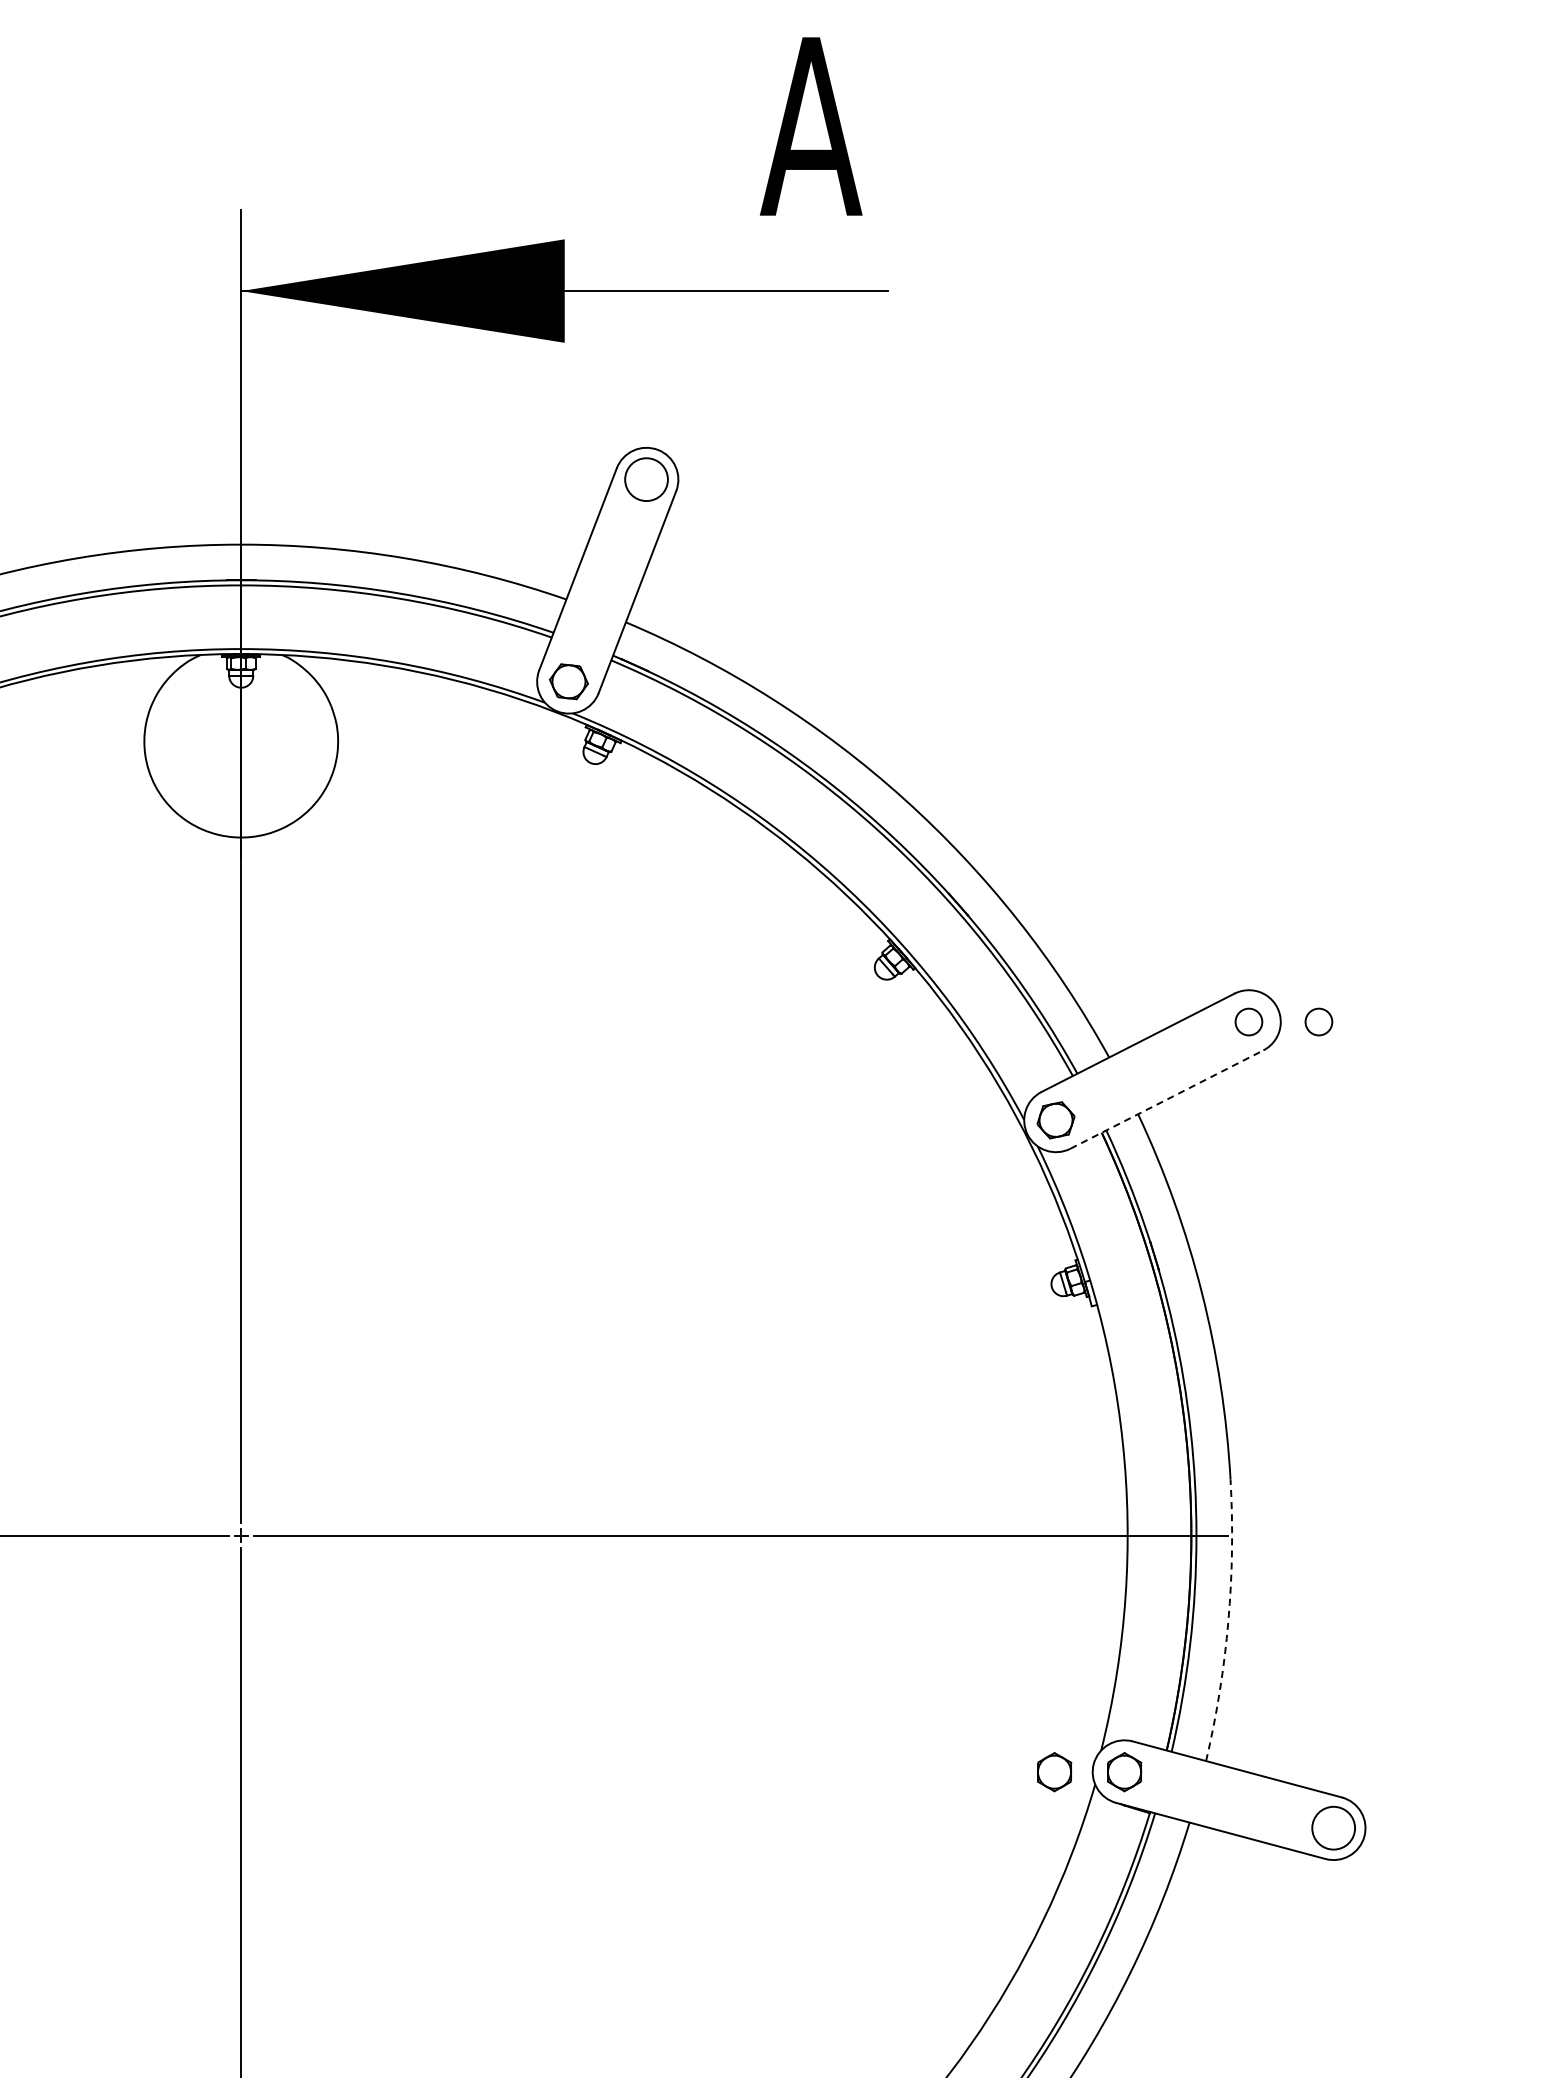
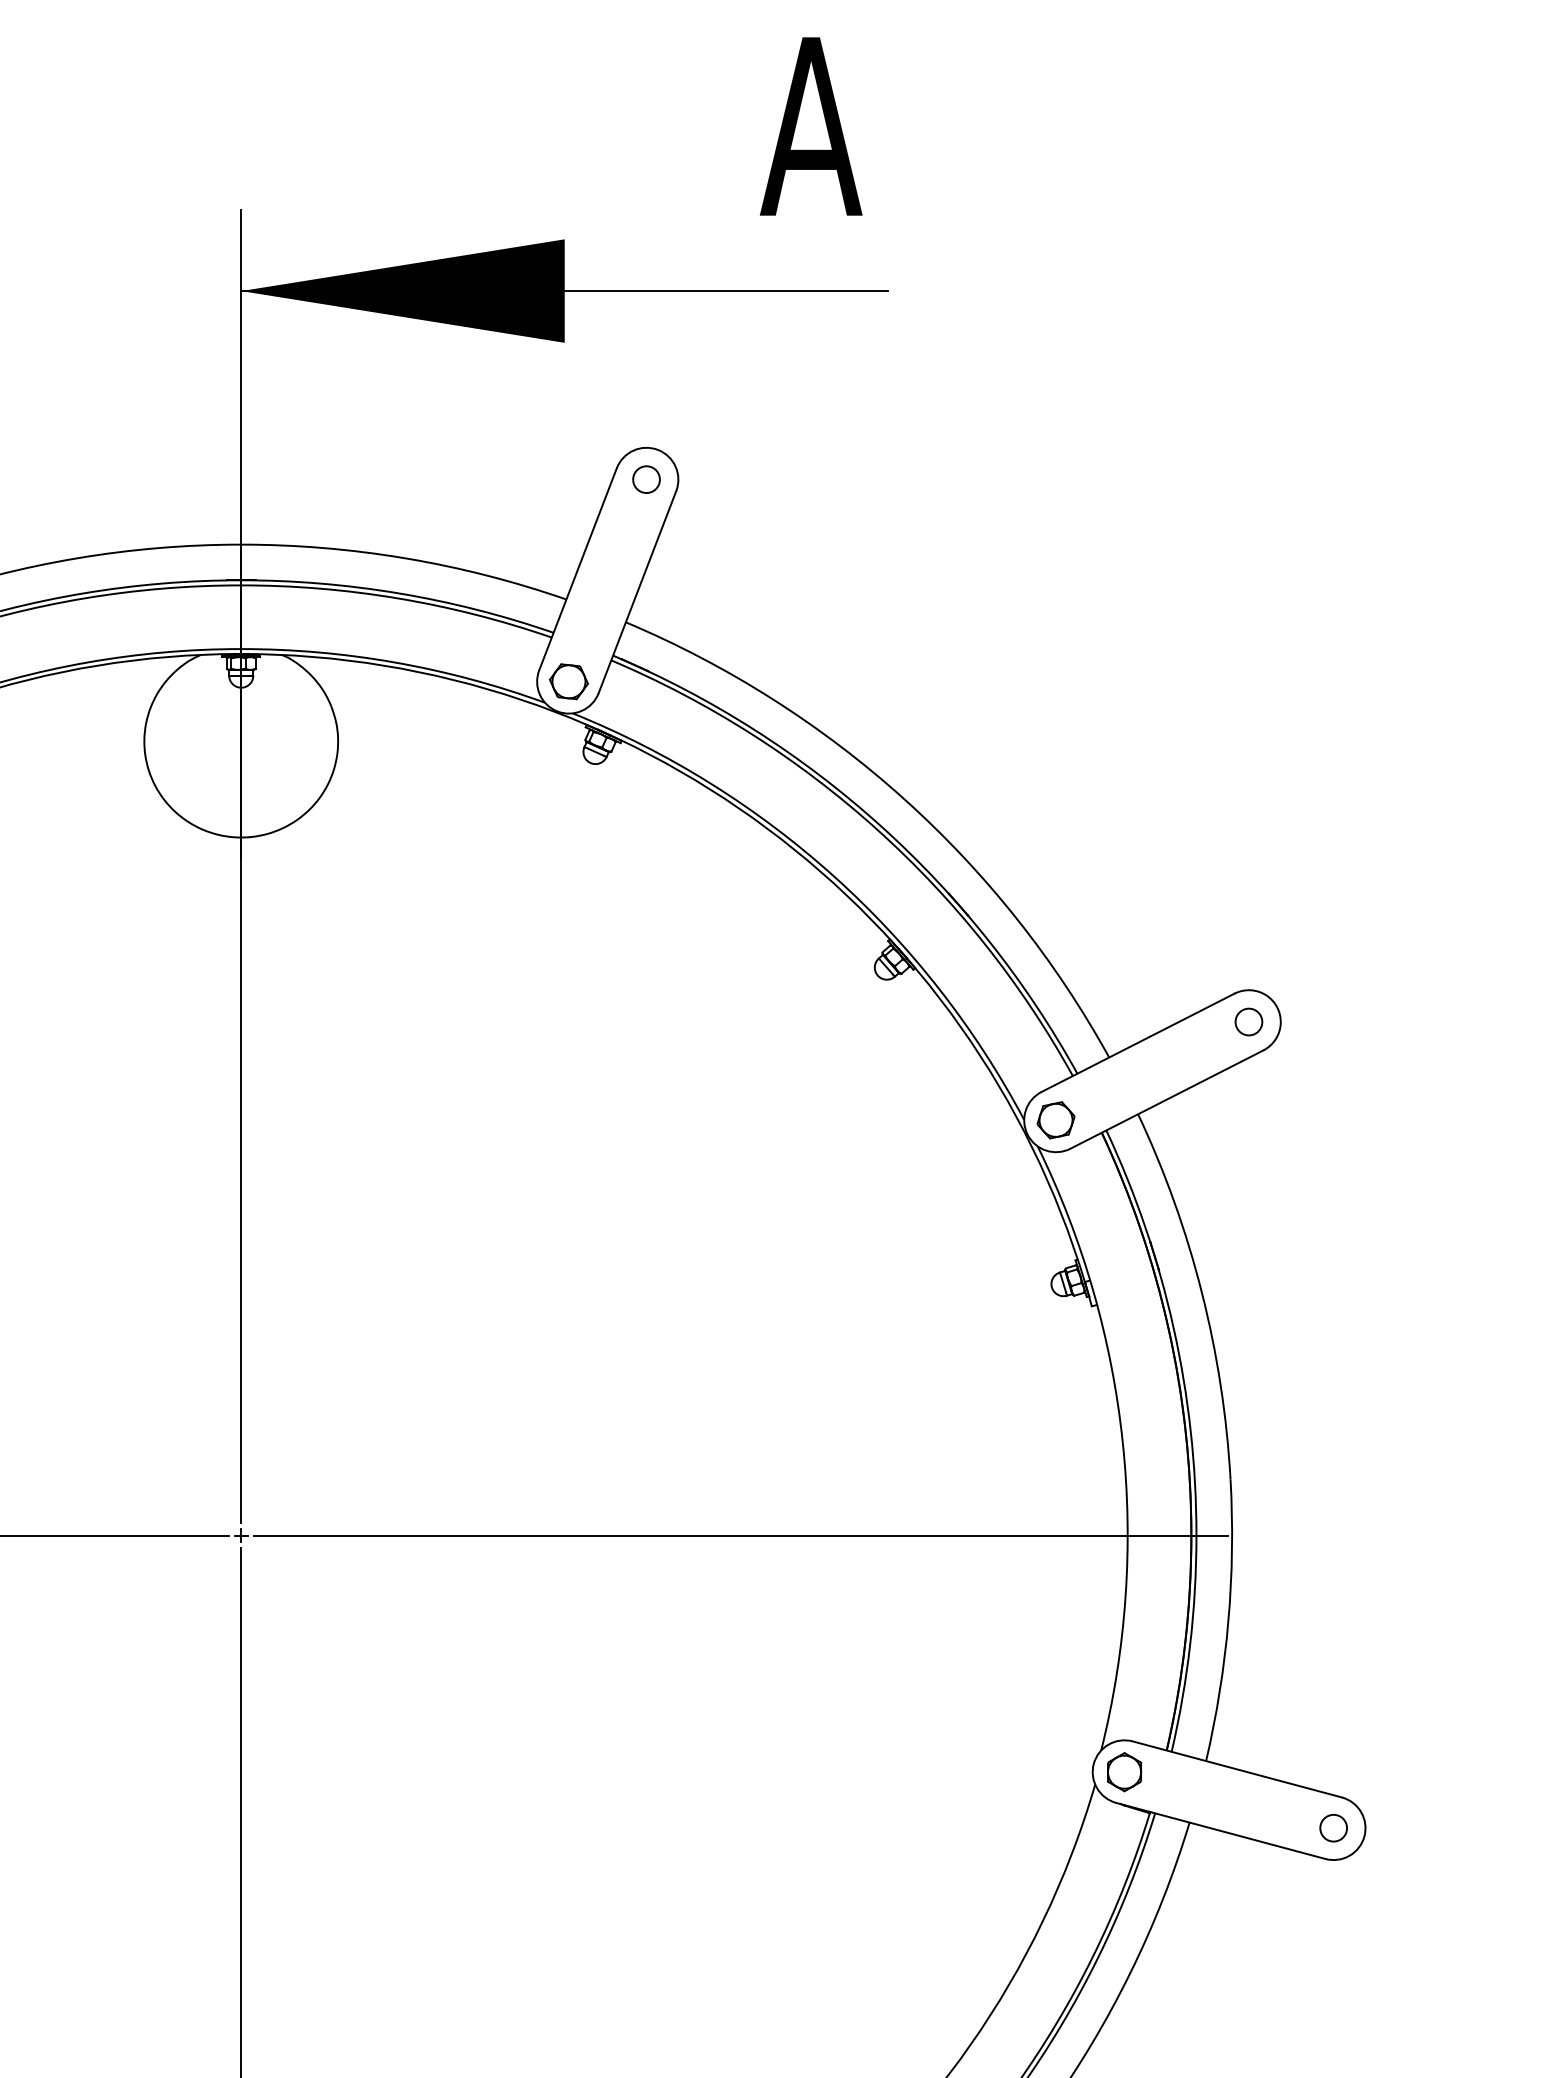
circle at (646, 479) diameter: 43 px -> 27 px
circle at (1318, 1021): present -> none
line at (1167, 1099): dashed -> solid
arc at (1228, 1621): dashed -> solid
part at (1054, 1772): present -> none
circle at (1333, 1827) diameter: 43 px -> 27 px
